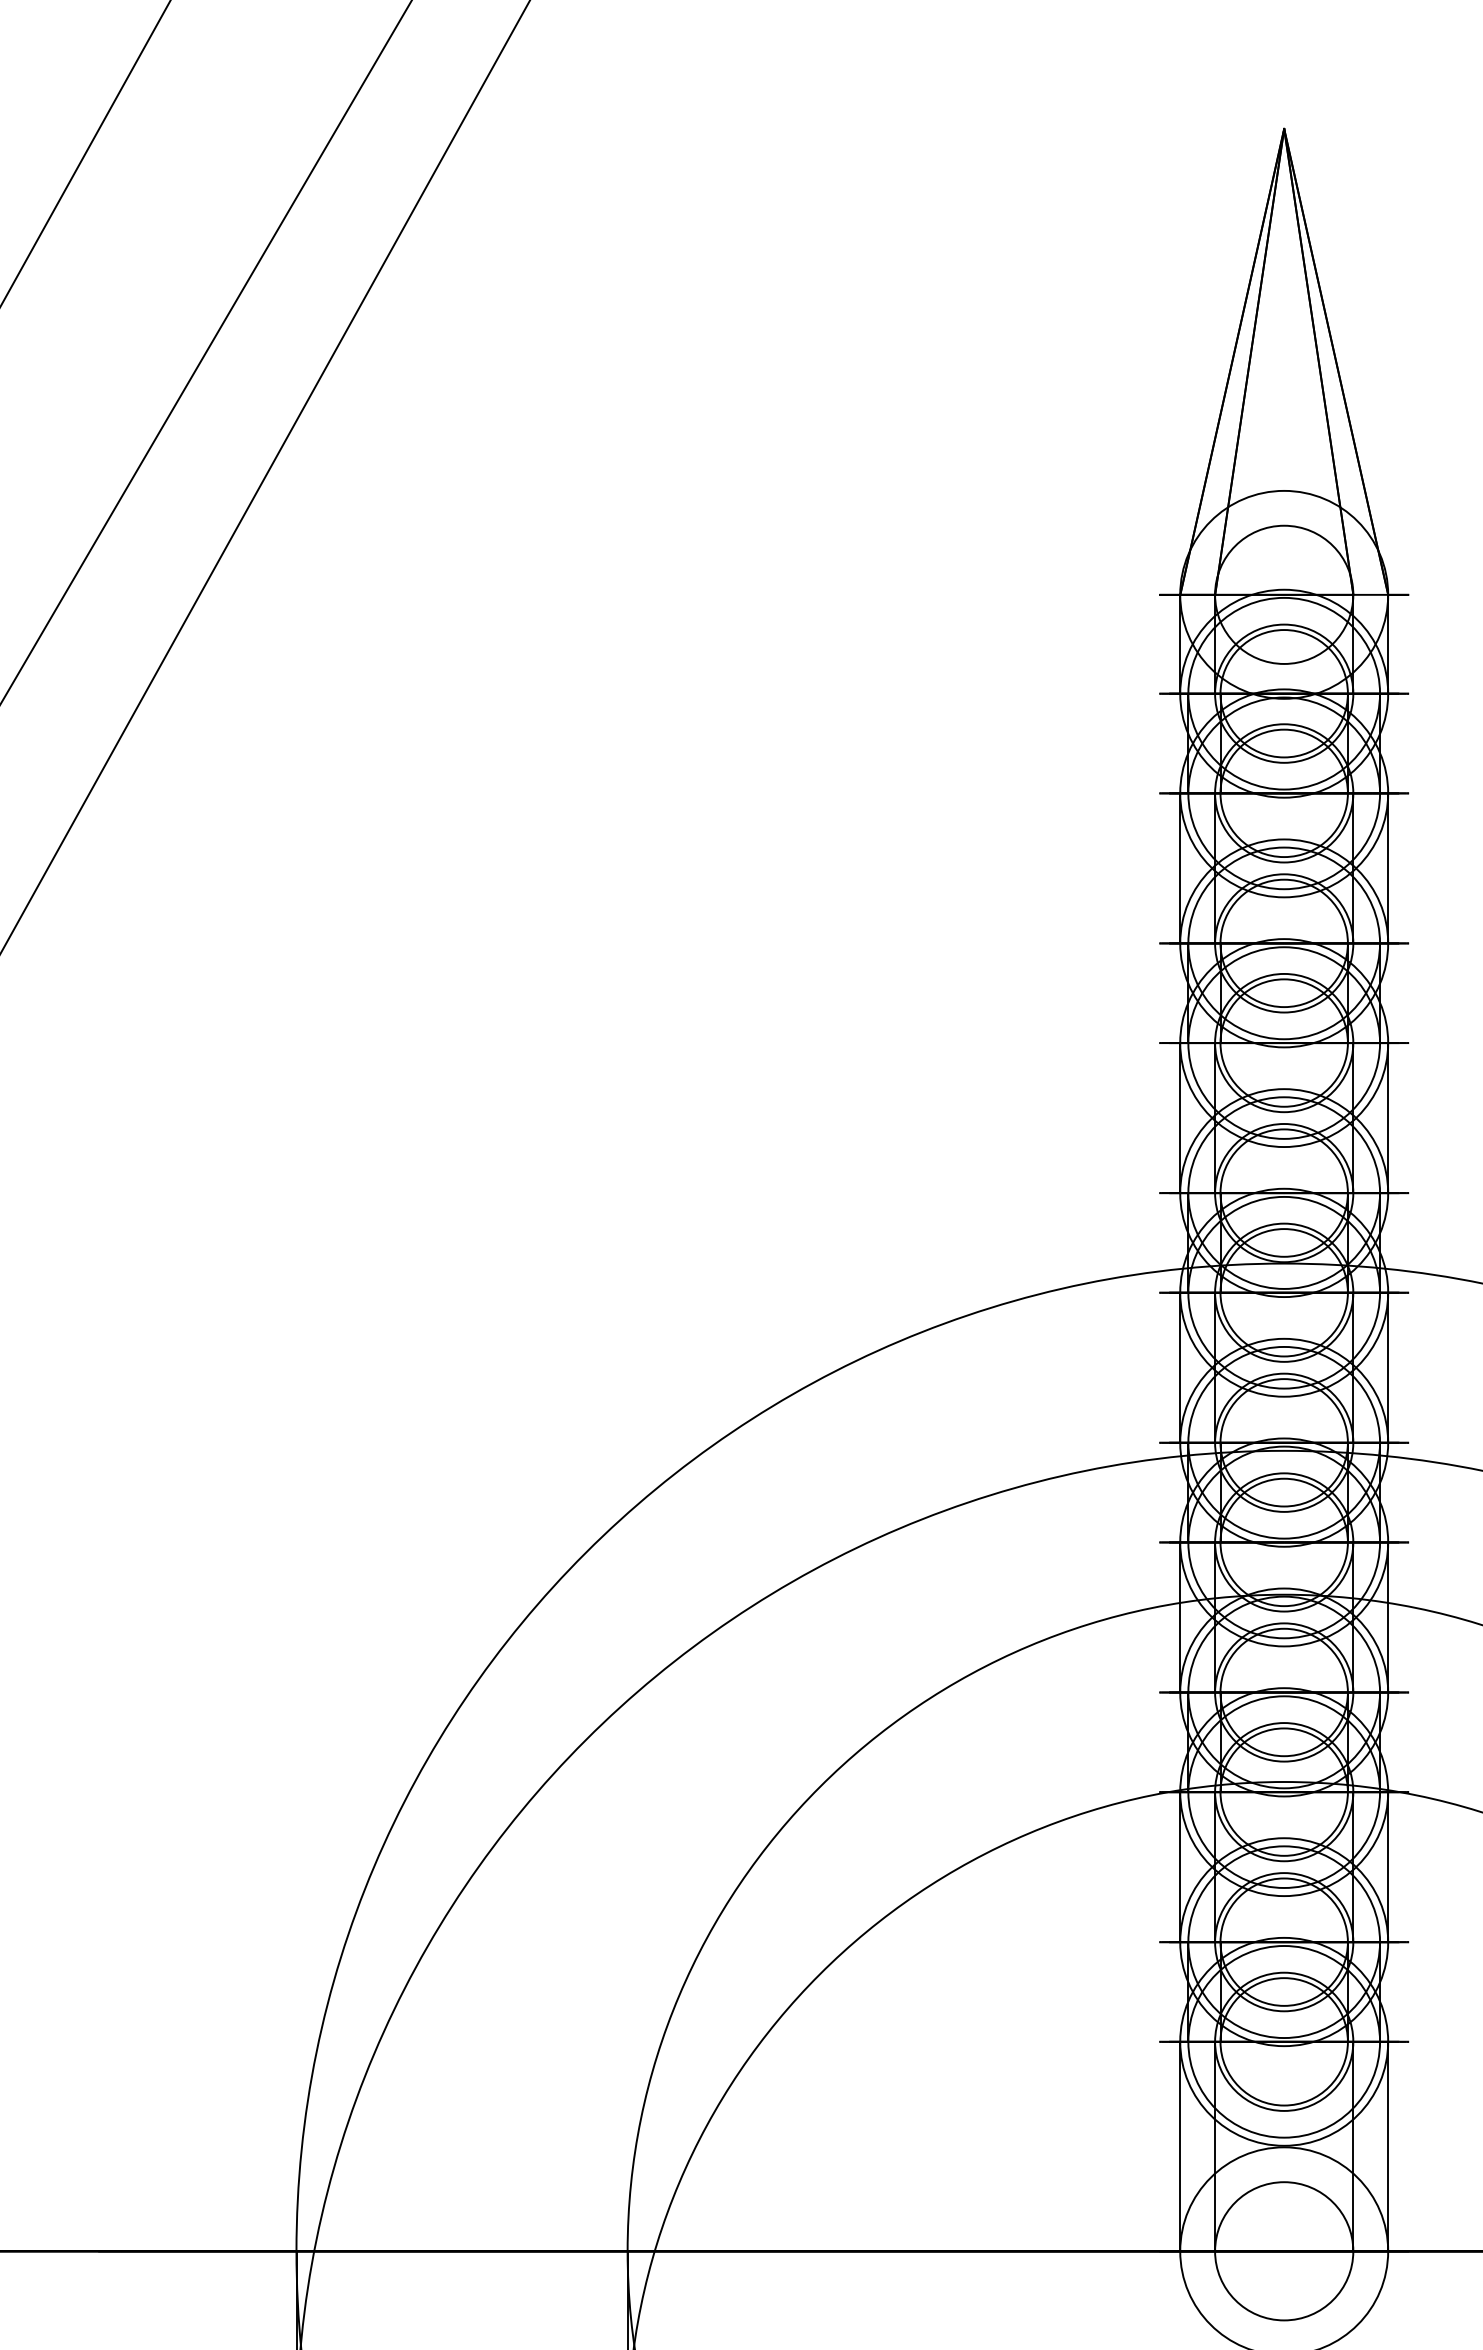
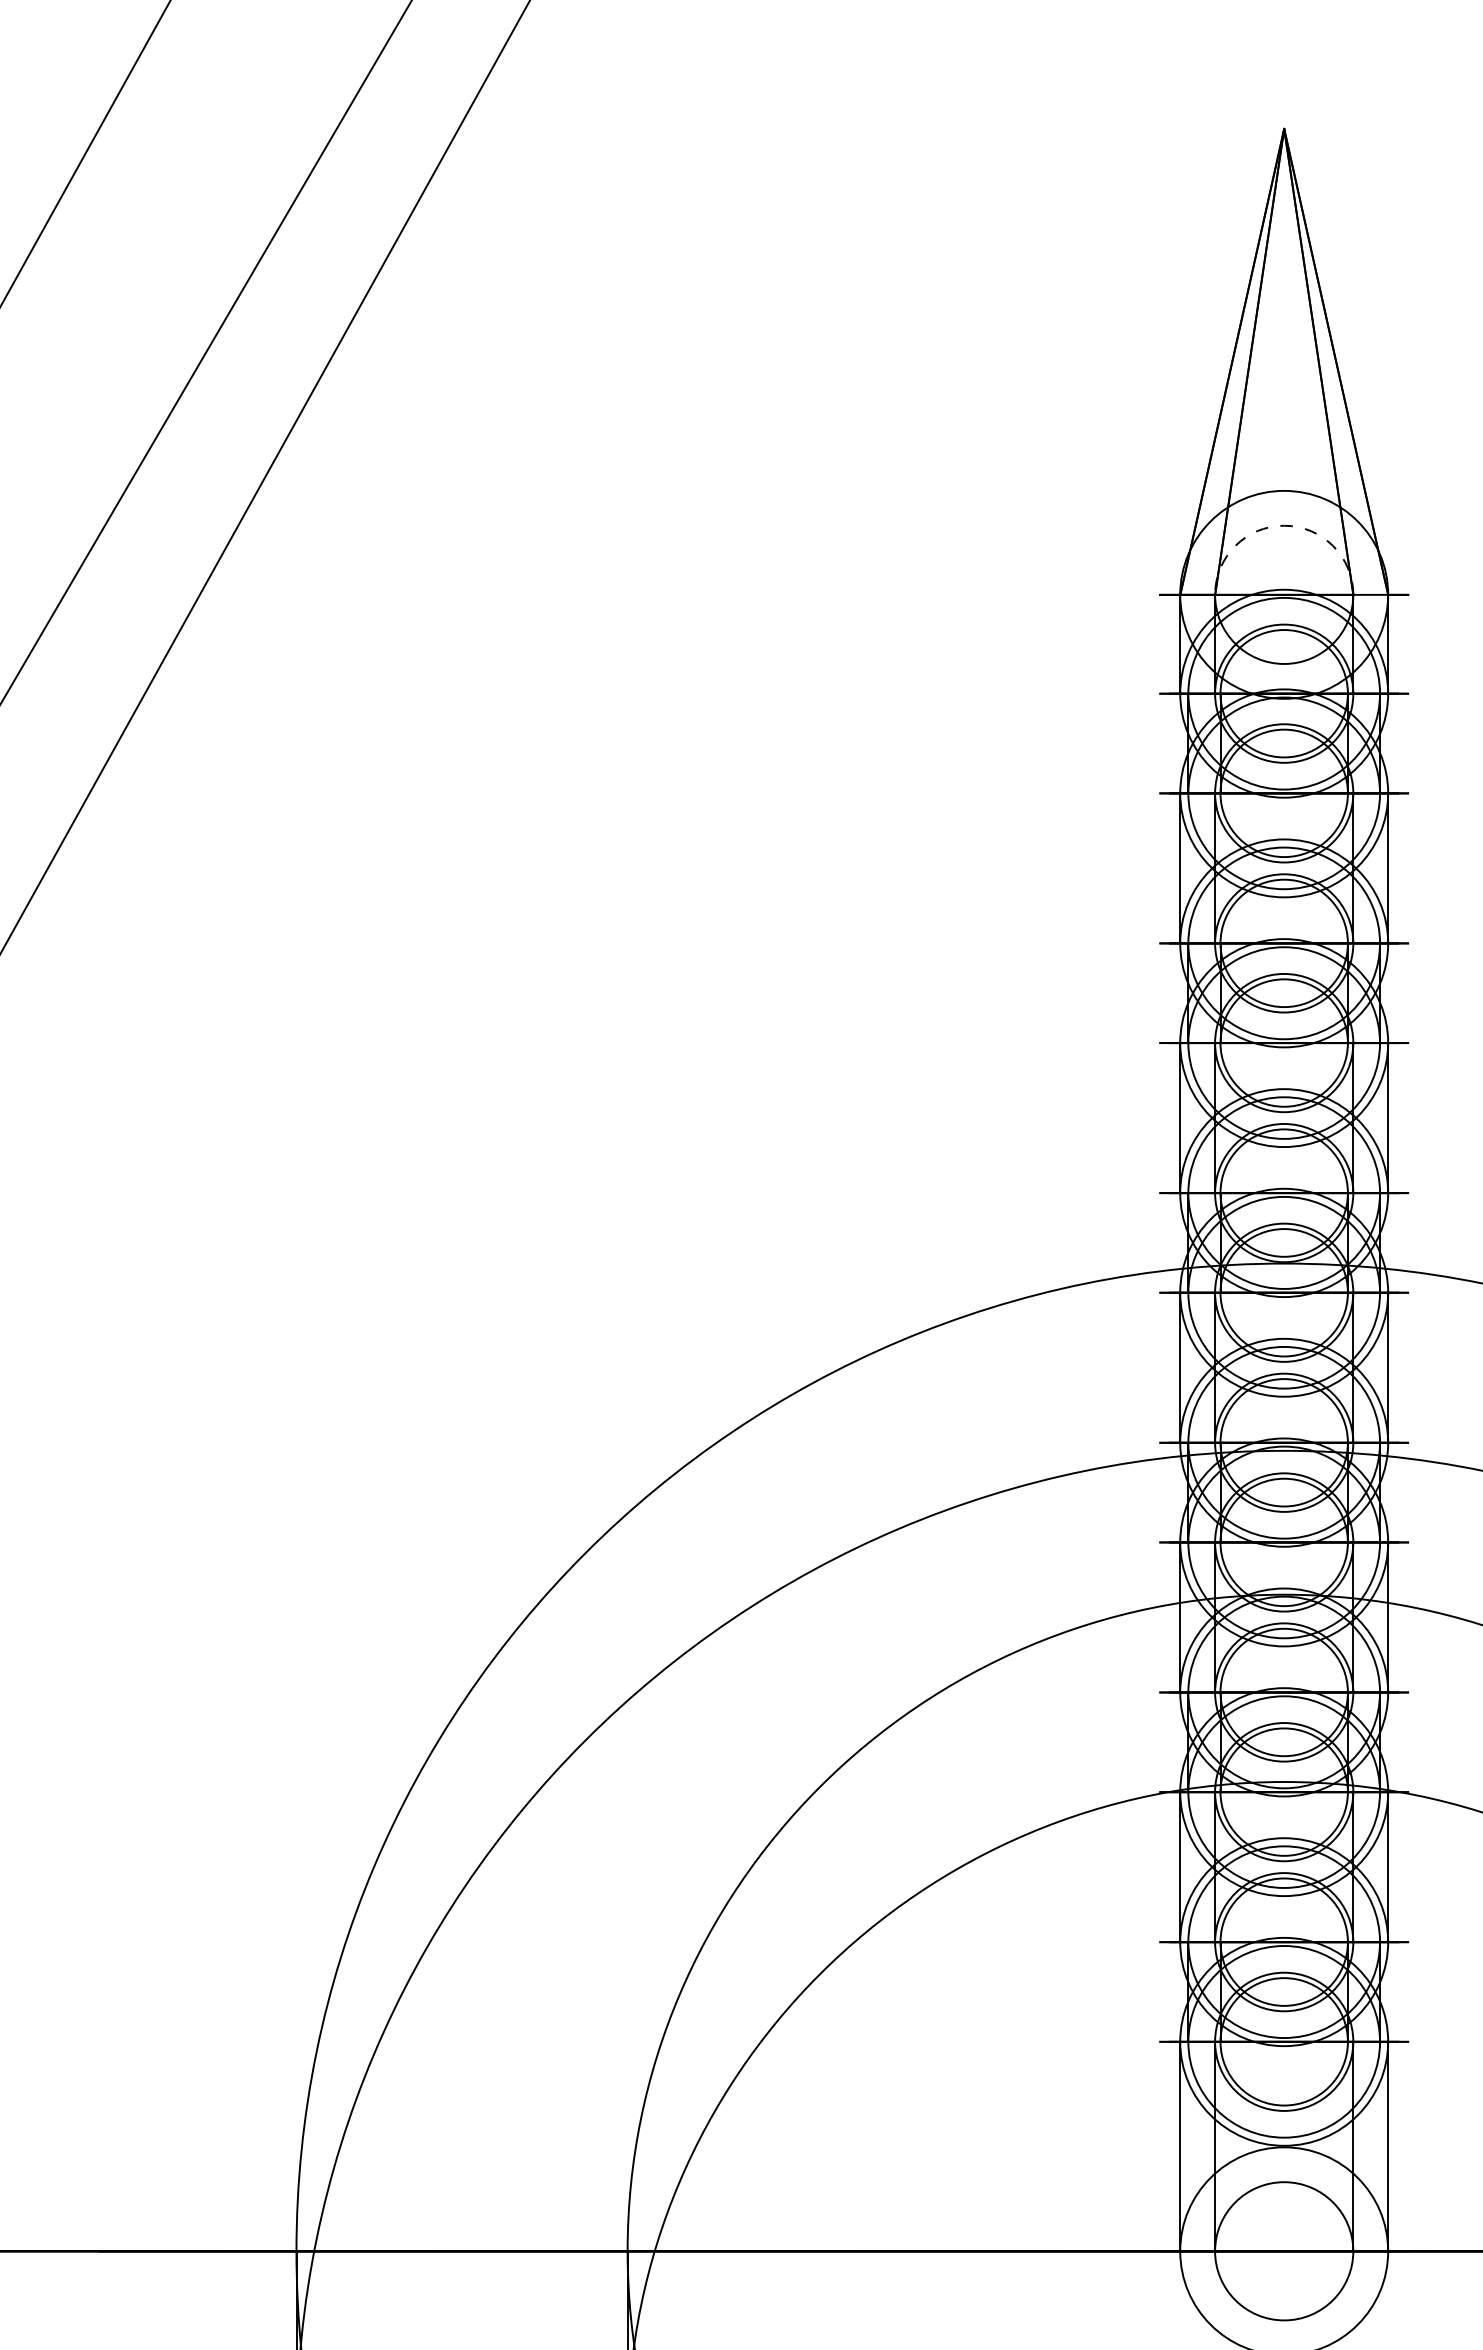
arc at (1284, 525): solid -> dashed
